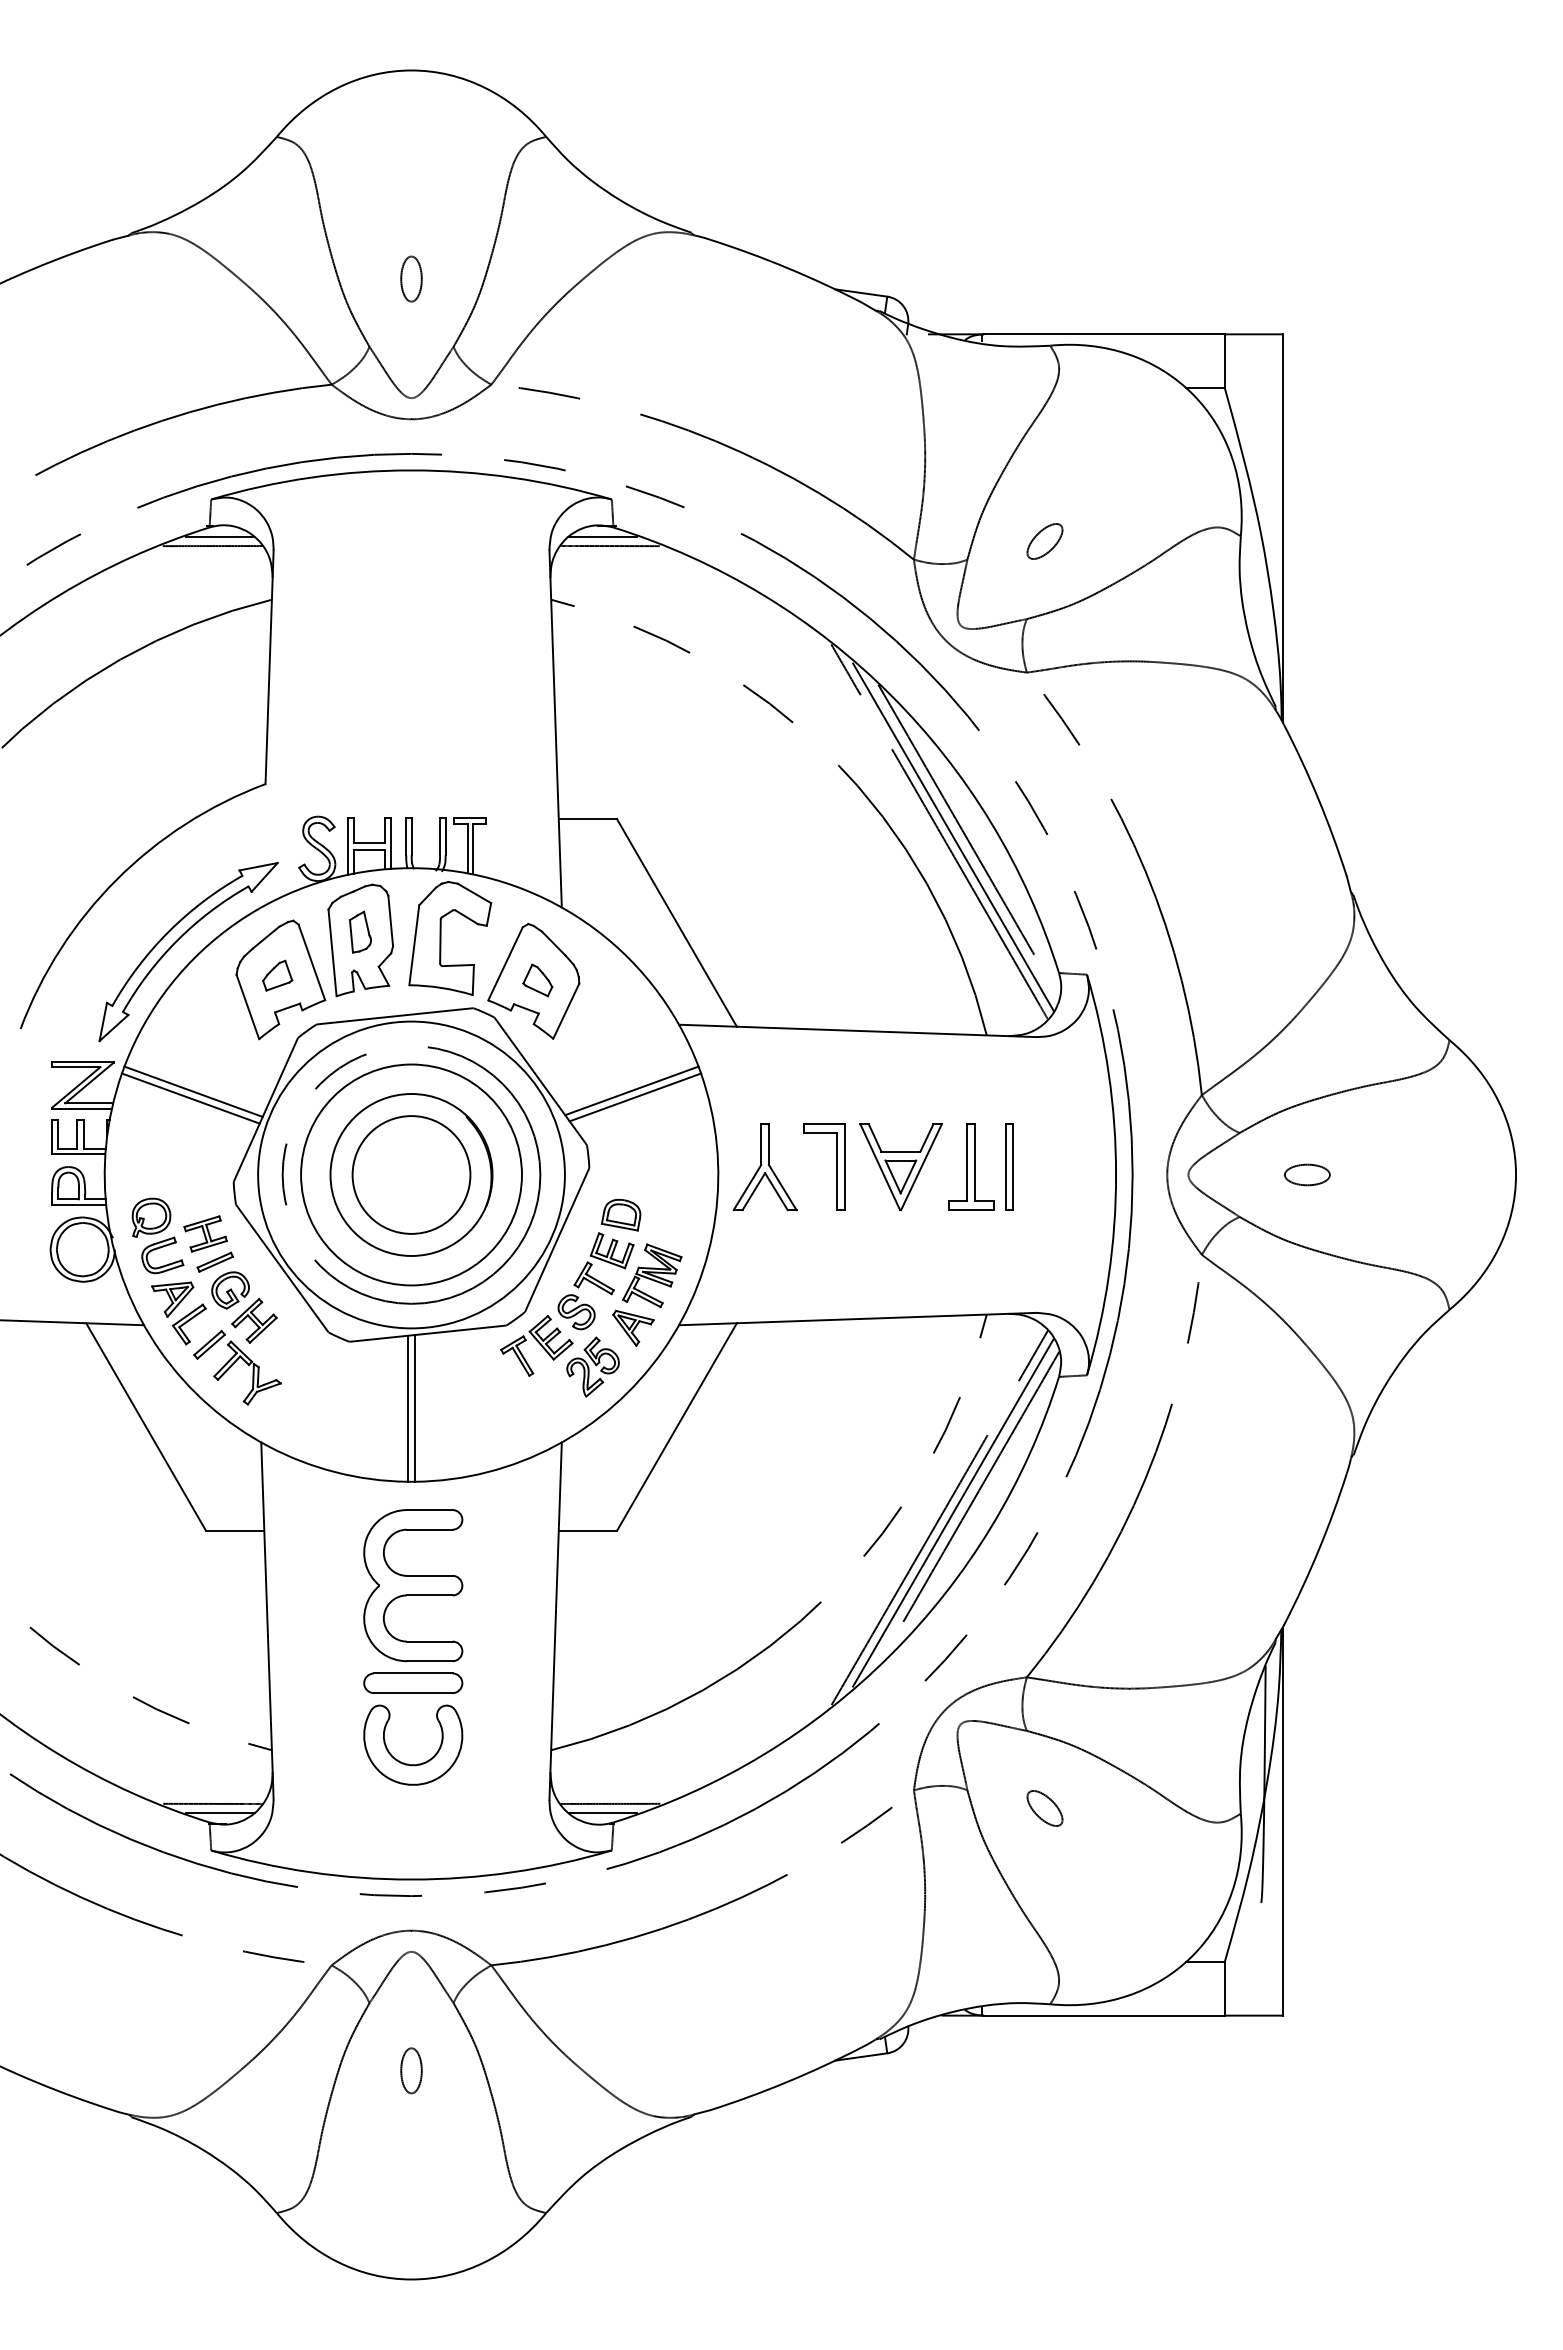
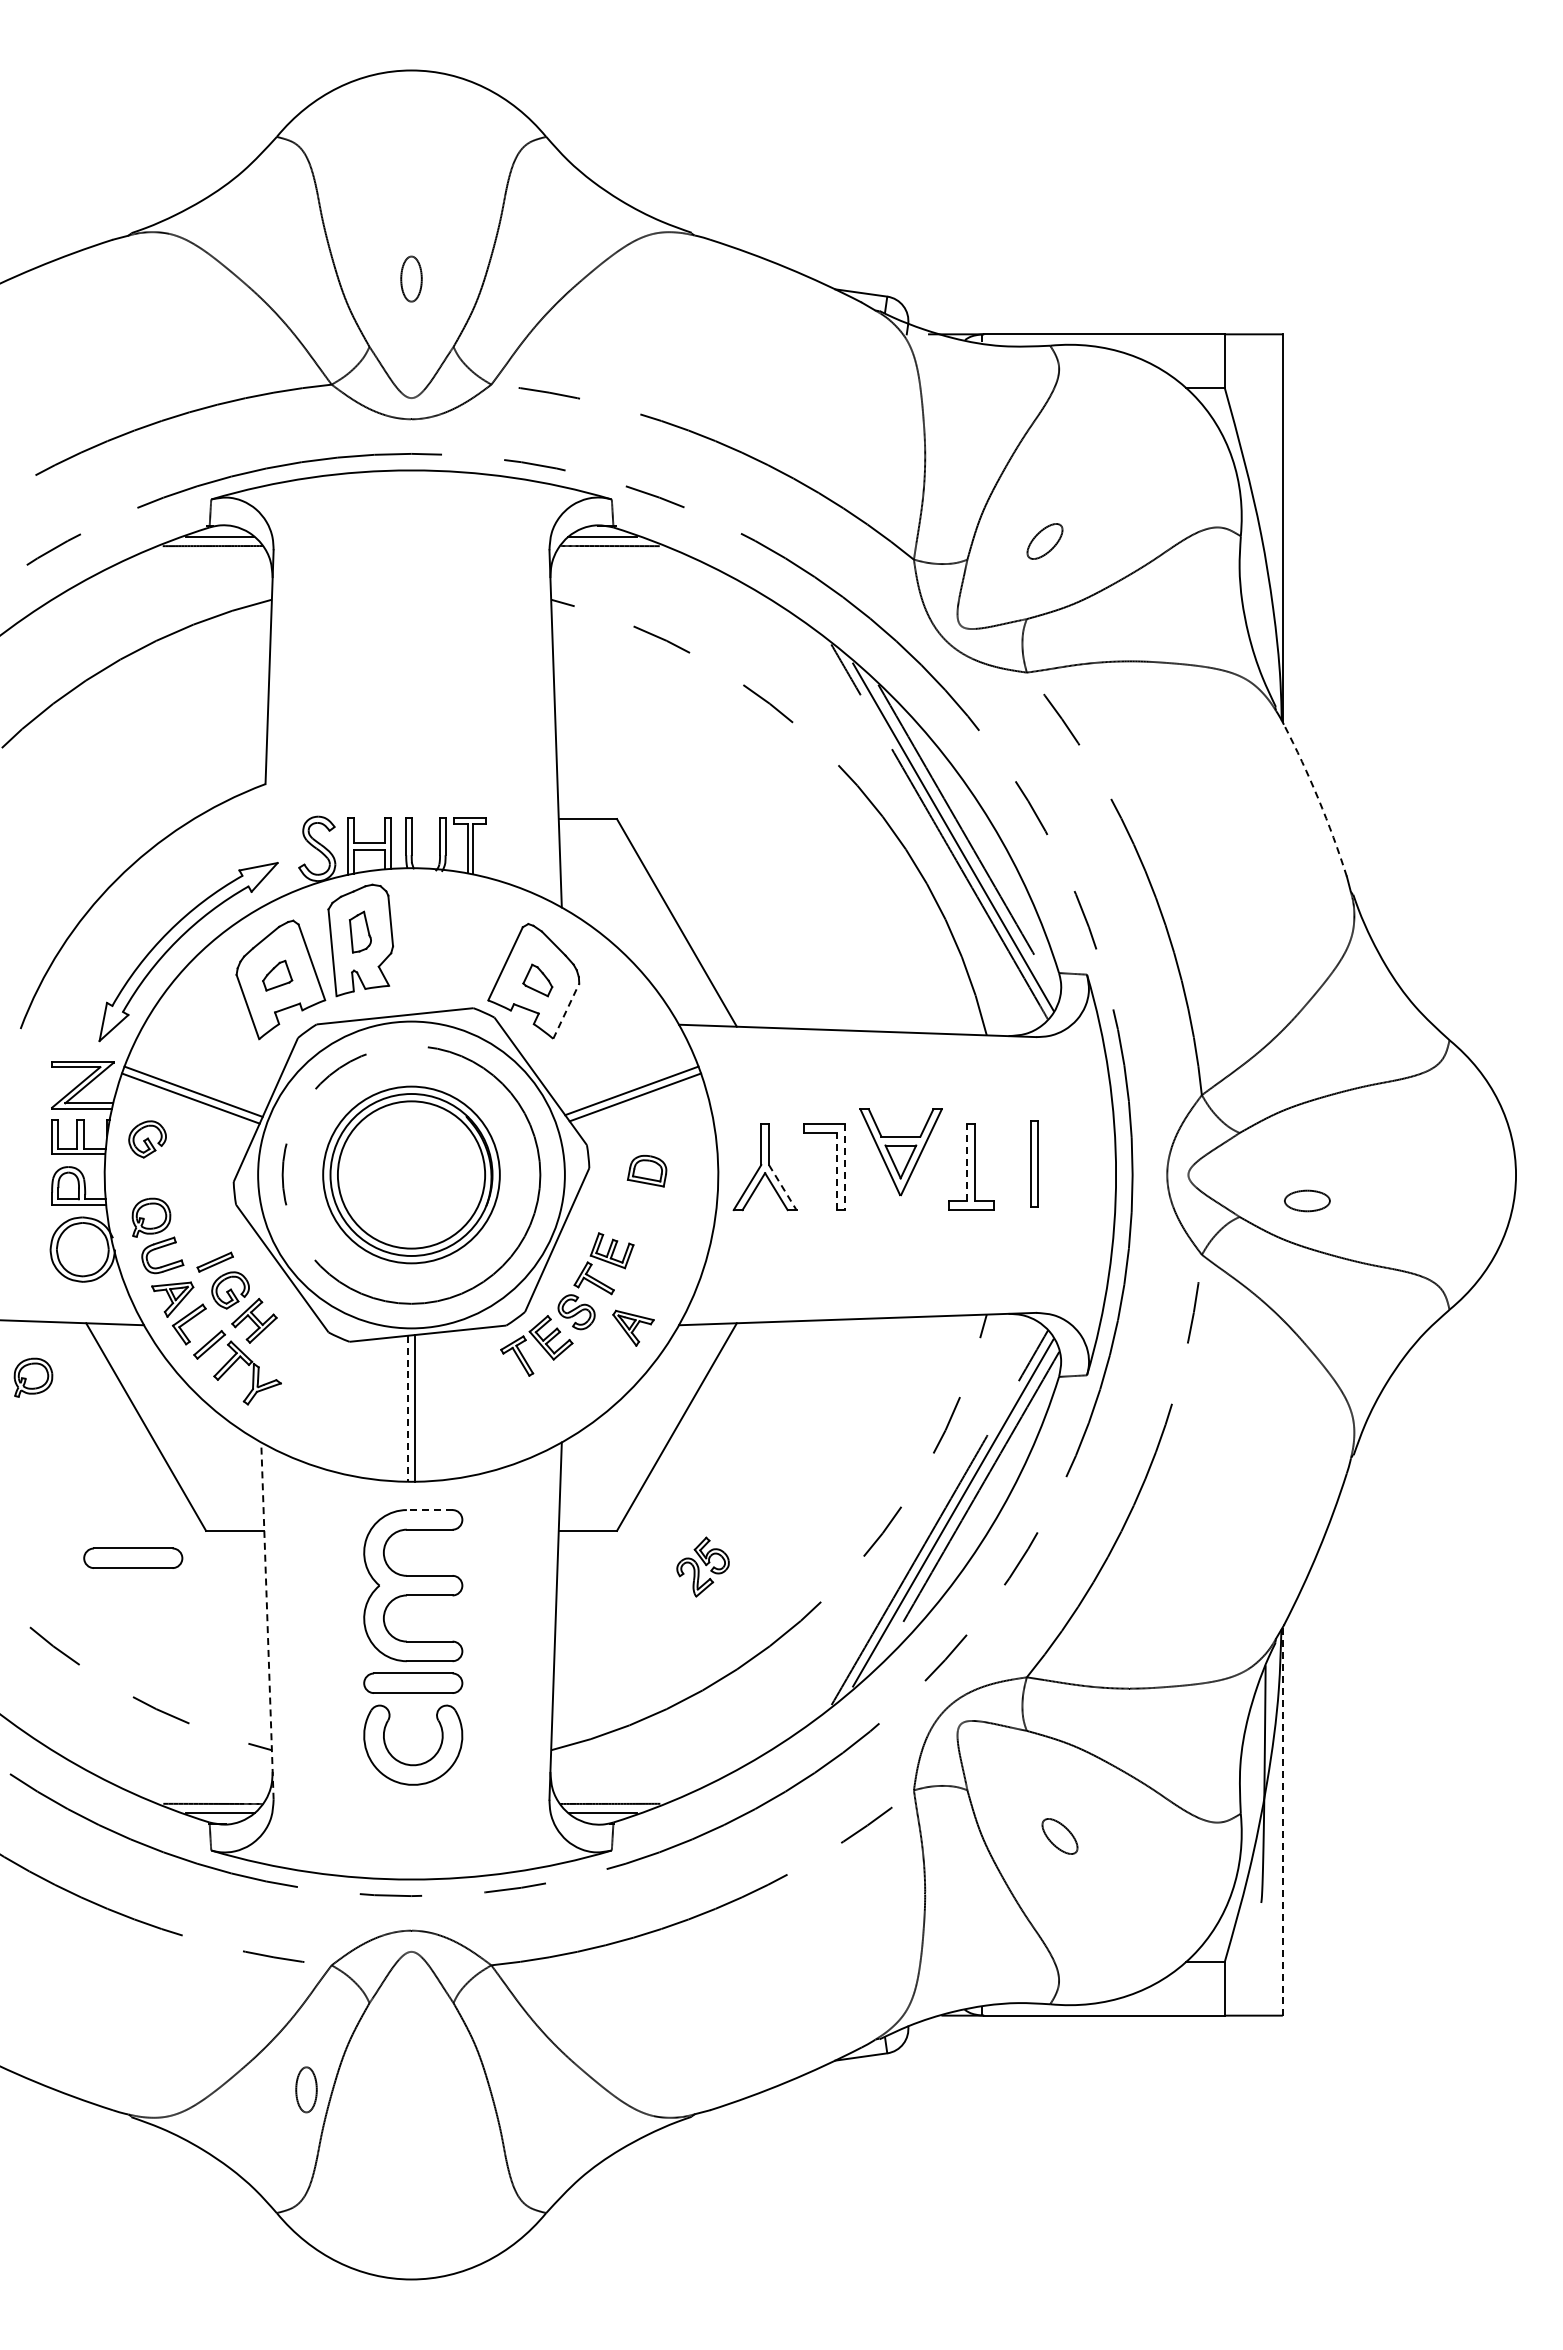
arc at (1318, 799): solid -> dashed
part at (441, 938): present -> none
line at (566, 1010): solid -> dashed
part at (147, 1139): none -> present
line at (967, 1162): solid -> dashed
part at (1009, 1166) position: (1009, 1166) -> (1034, 1163)
line at (844, 1167): solid -> dashed
part at (900, 1167) position: (900, 1167) -> (900, 1152)
line at (837, 1171): solid -> dashed
circle at (411, 1174) diameter: 118 px -> 147 px
circle at (411, 1174) diameter: 221 px -> 177 px
part at (1307, 1174) position: (1307, 1174) -> (1307, 1200)
line at (783, 1187): solid -> dashed
part at (620, 1215) position: (620, 1215) -> (646, 1171)
part at (205, 1233): present -> none
part at (652, 1275): present -> none
part at (592, 1366) position: (592, 1366) -> (702, 1566)
part at (33, 1377): none -> present
line at (407, 1409): solid -> dashed
line at (429, 1510): solid -> dashed
part at (133, 1557): none -> present
line at (267, 1621): solid -> dashed
part at (1044, 1808) position: (1044, 1808) -> (1059, 1836)
line at (1282, 1821): solid -> dashed
part at (411, 2070) position: (411, 2070) -> (306, 2089)
